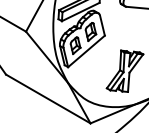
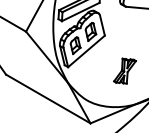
part at (124, 70) size: 40x44 px -> 25x28 px
